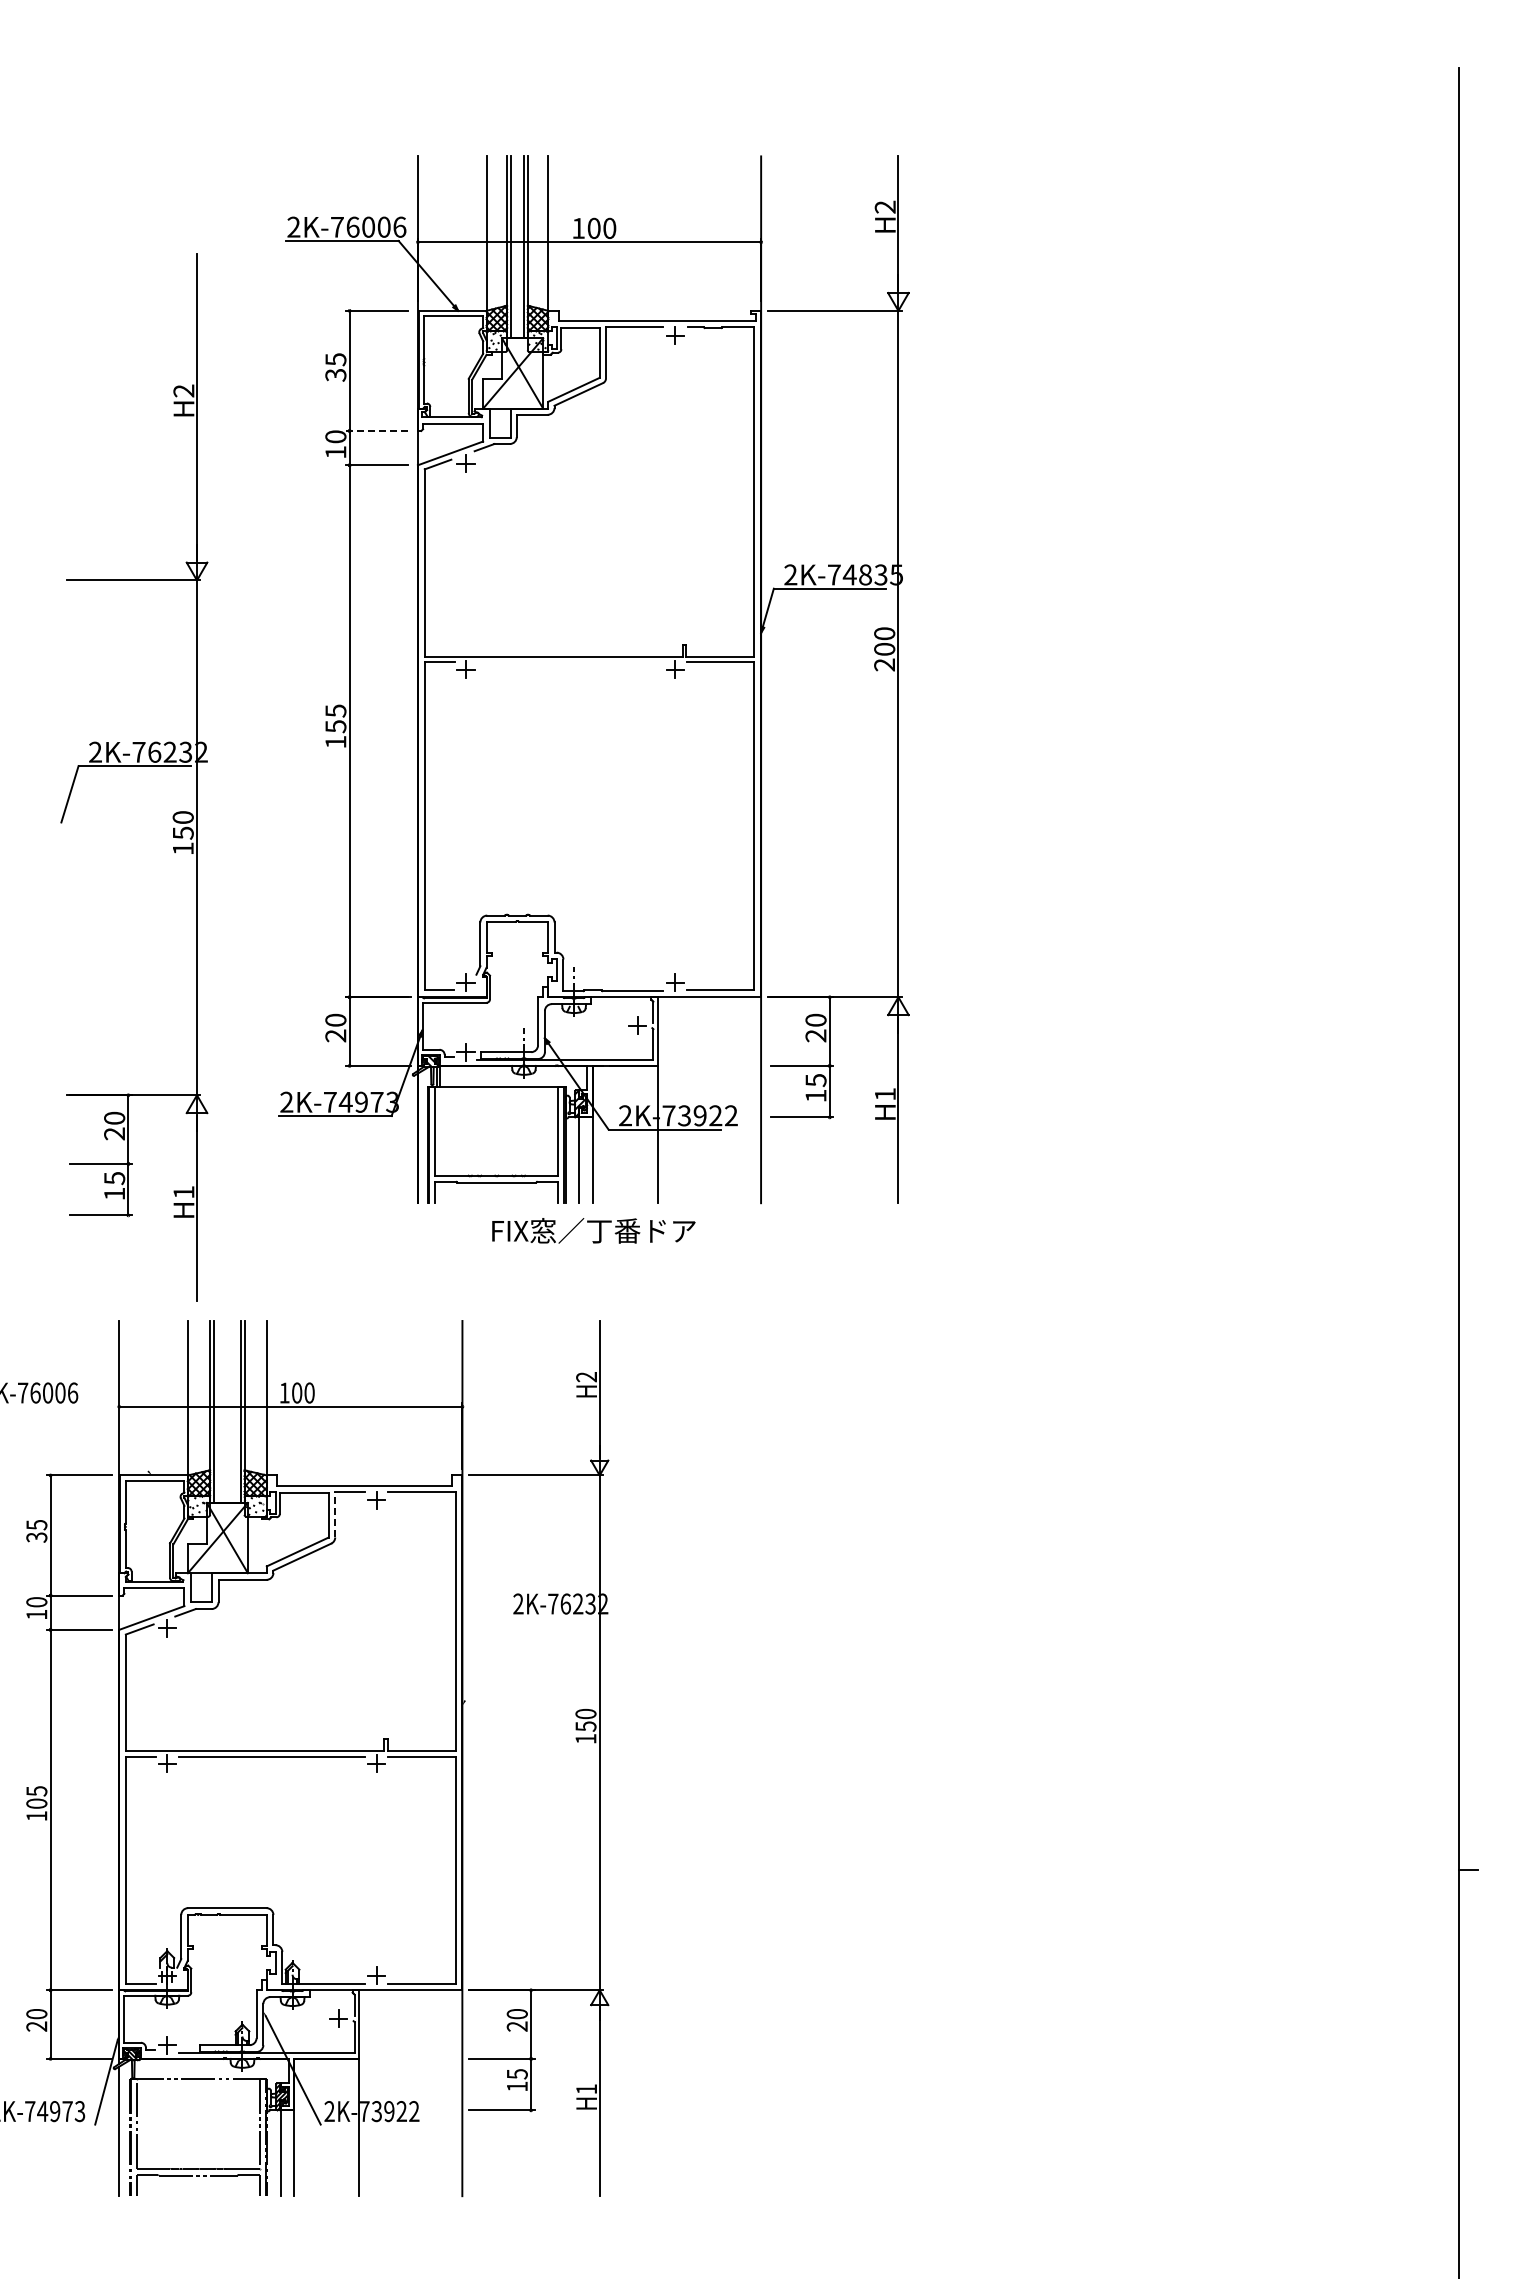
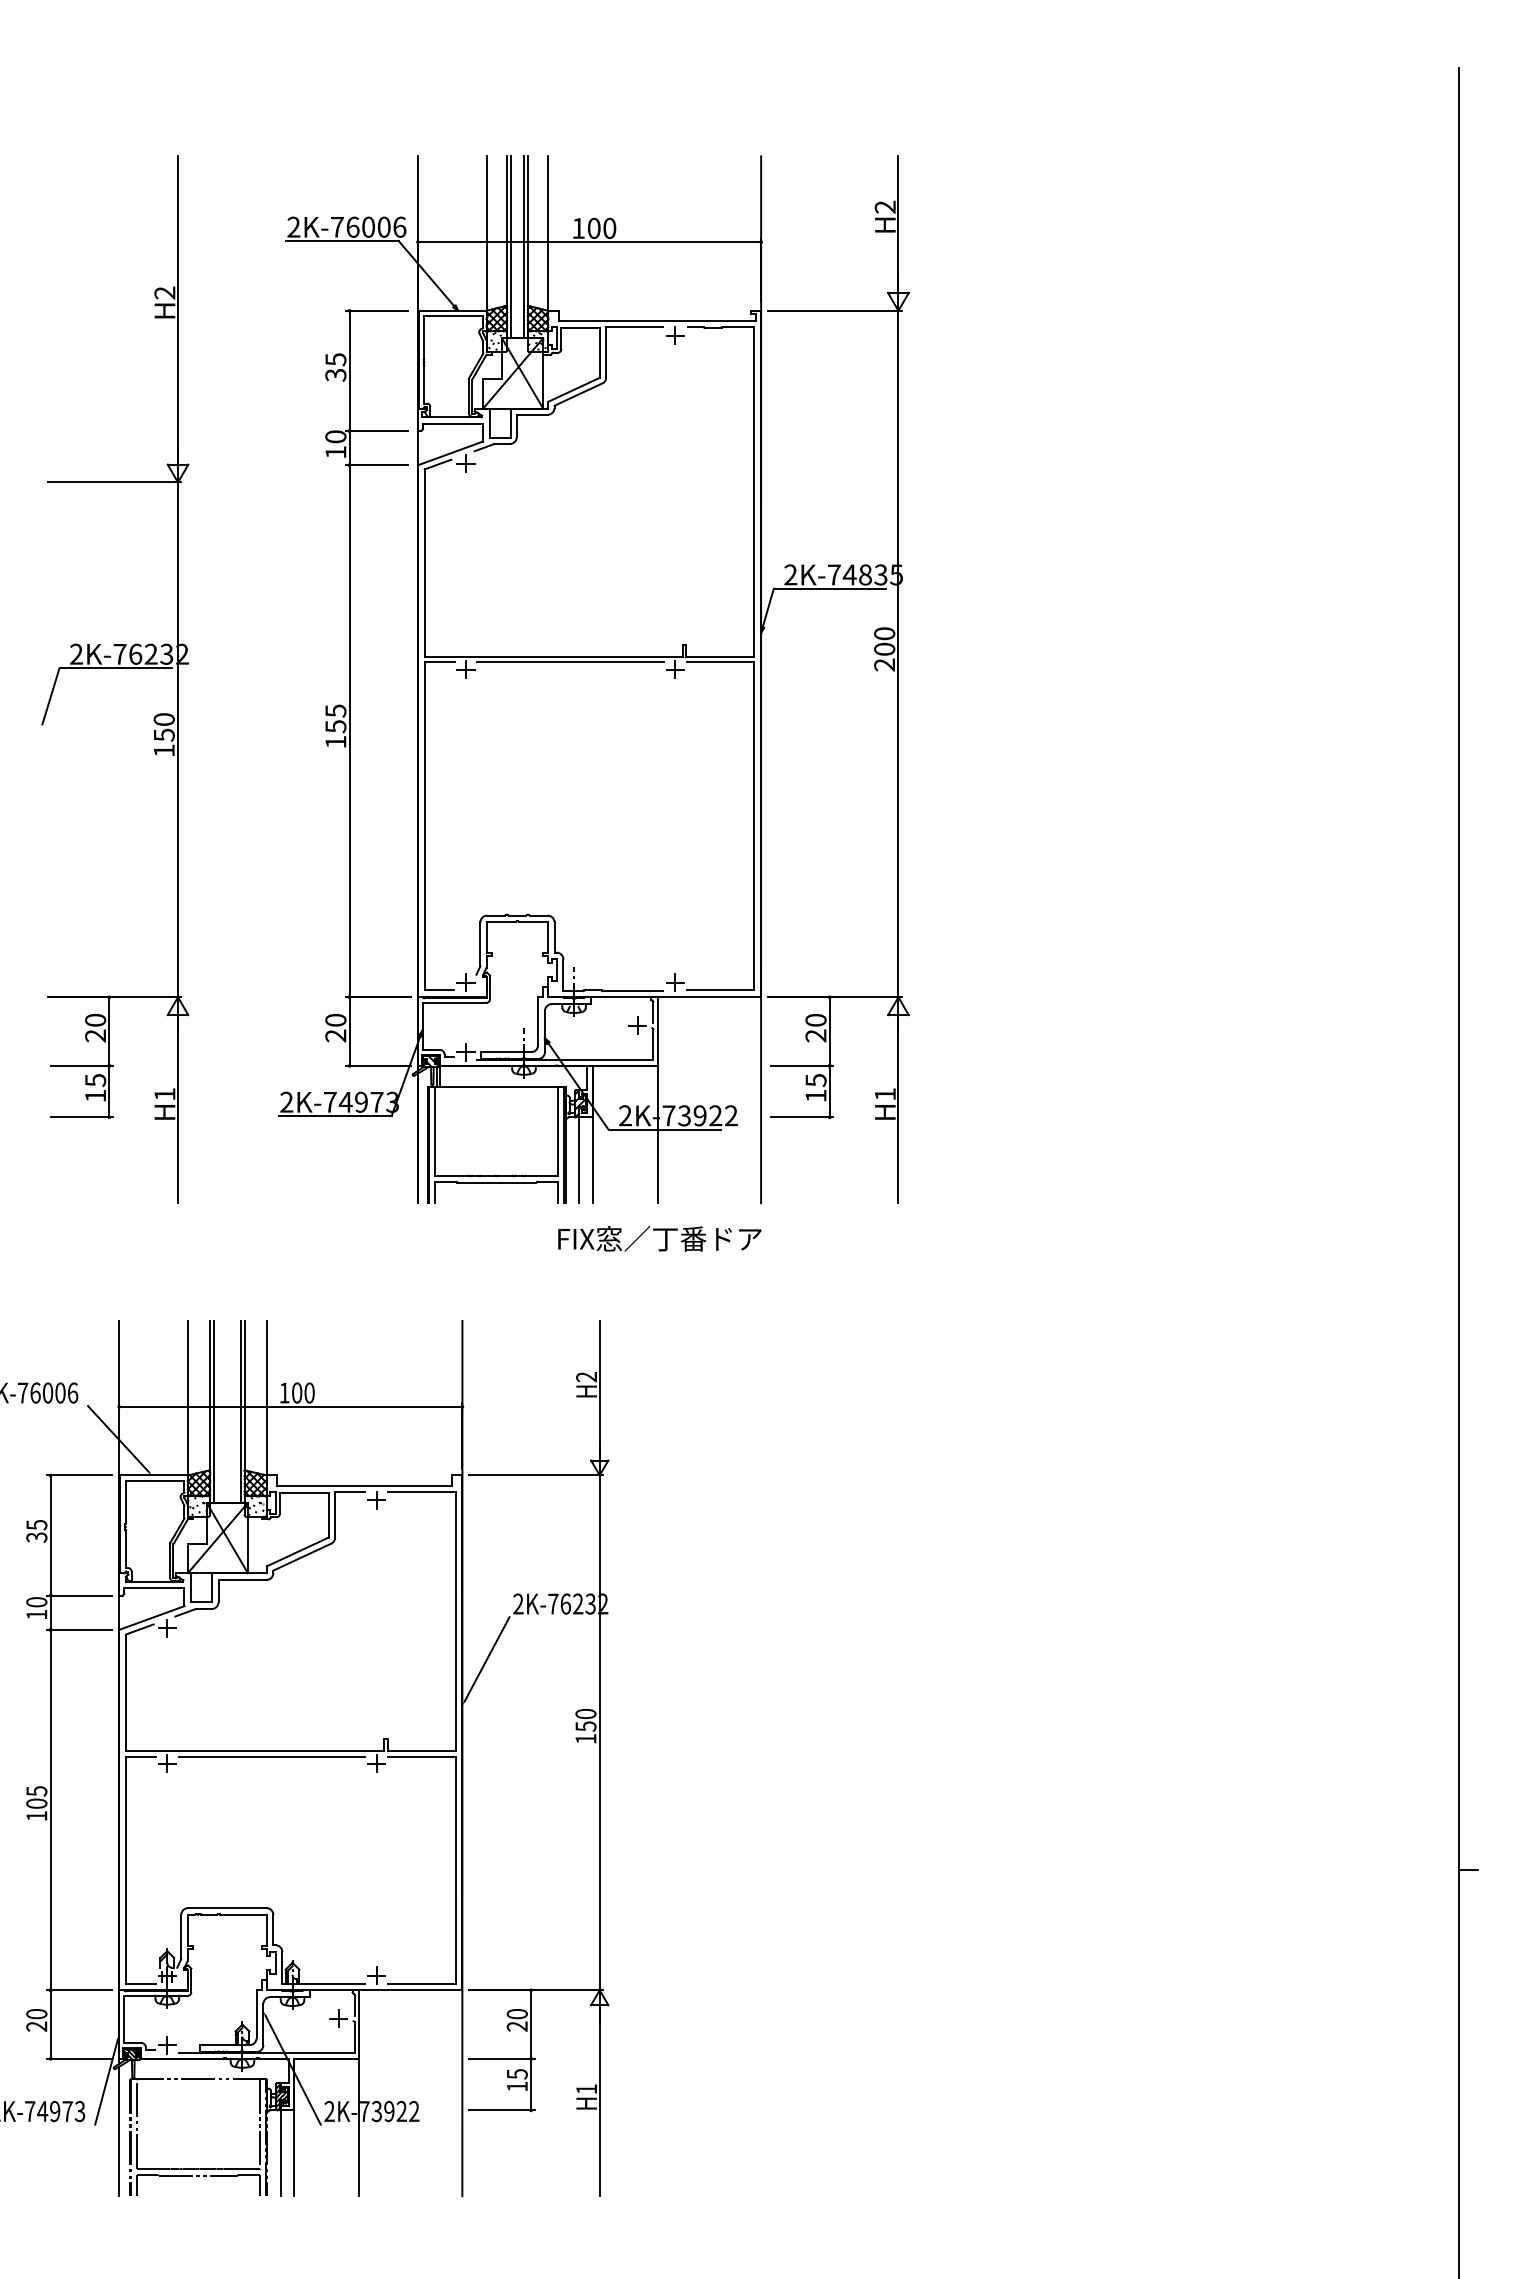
line at (376, 430): dashed -> solid
line at (570, 661): none -> present
part at (134, 766) position: (134, 766) -> (115, 668)
text at (593, 1230) position: (593, 1230) -> (659, 1238)
line at (118, 1438): none -> present
line at (335, 1514): dashed -> solid
line at (487, 1658): none -> present
